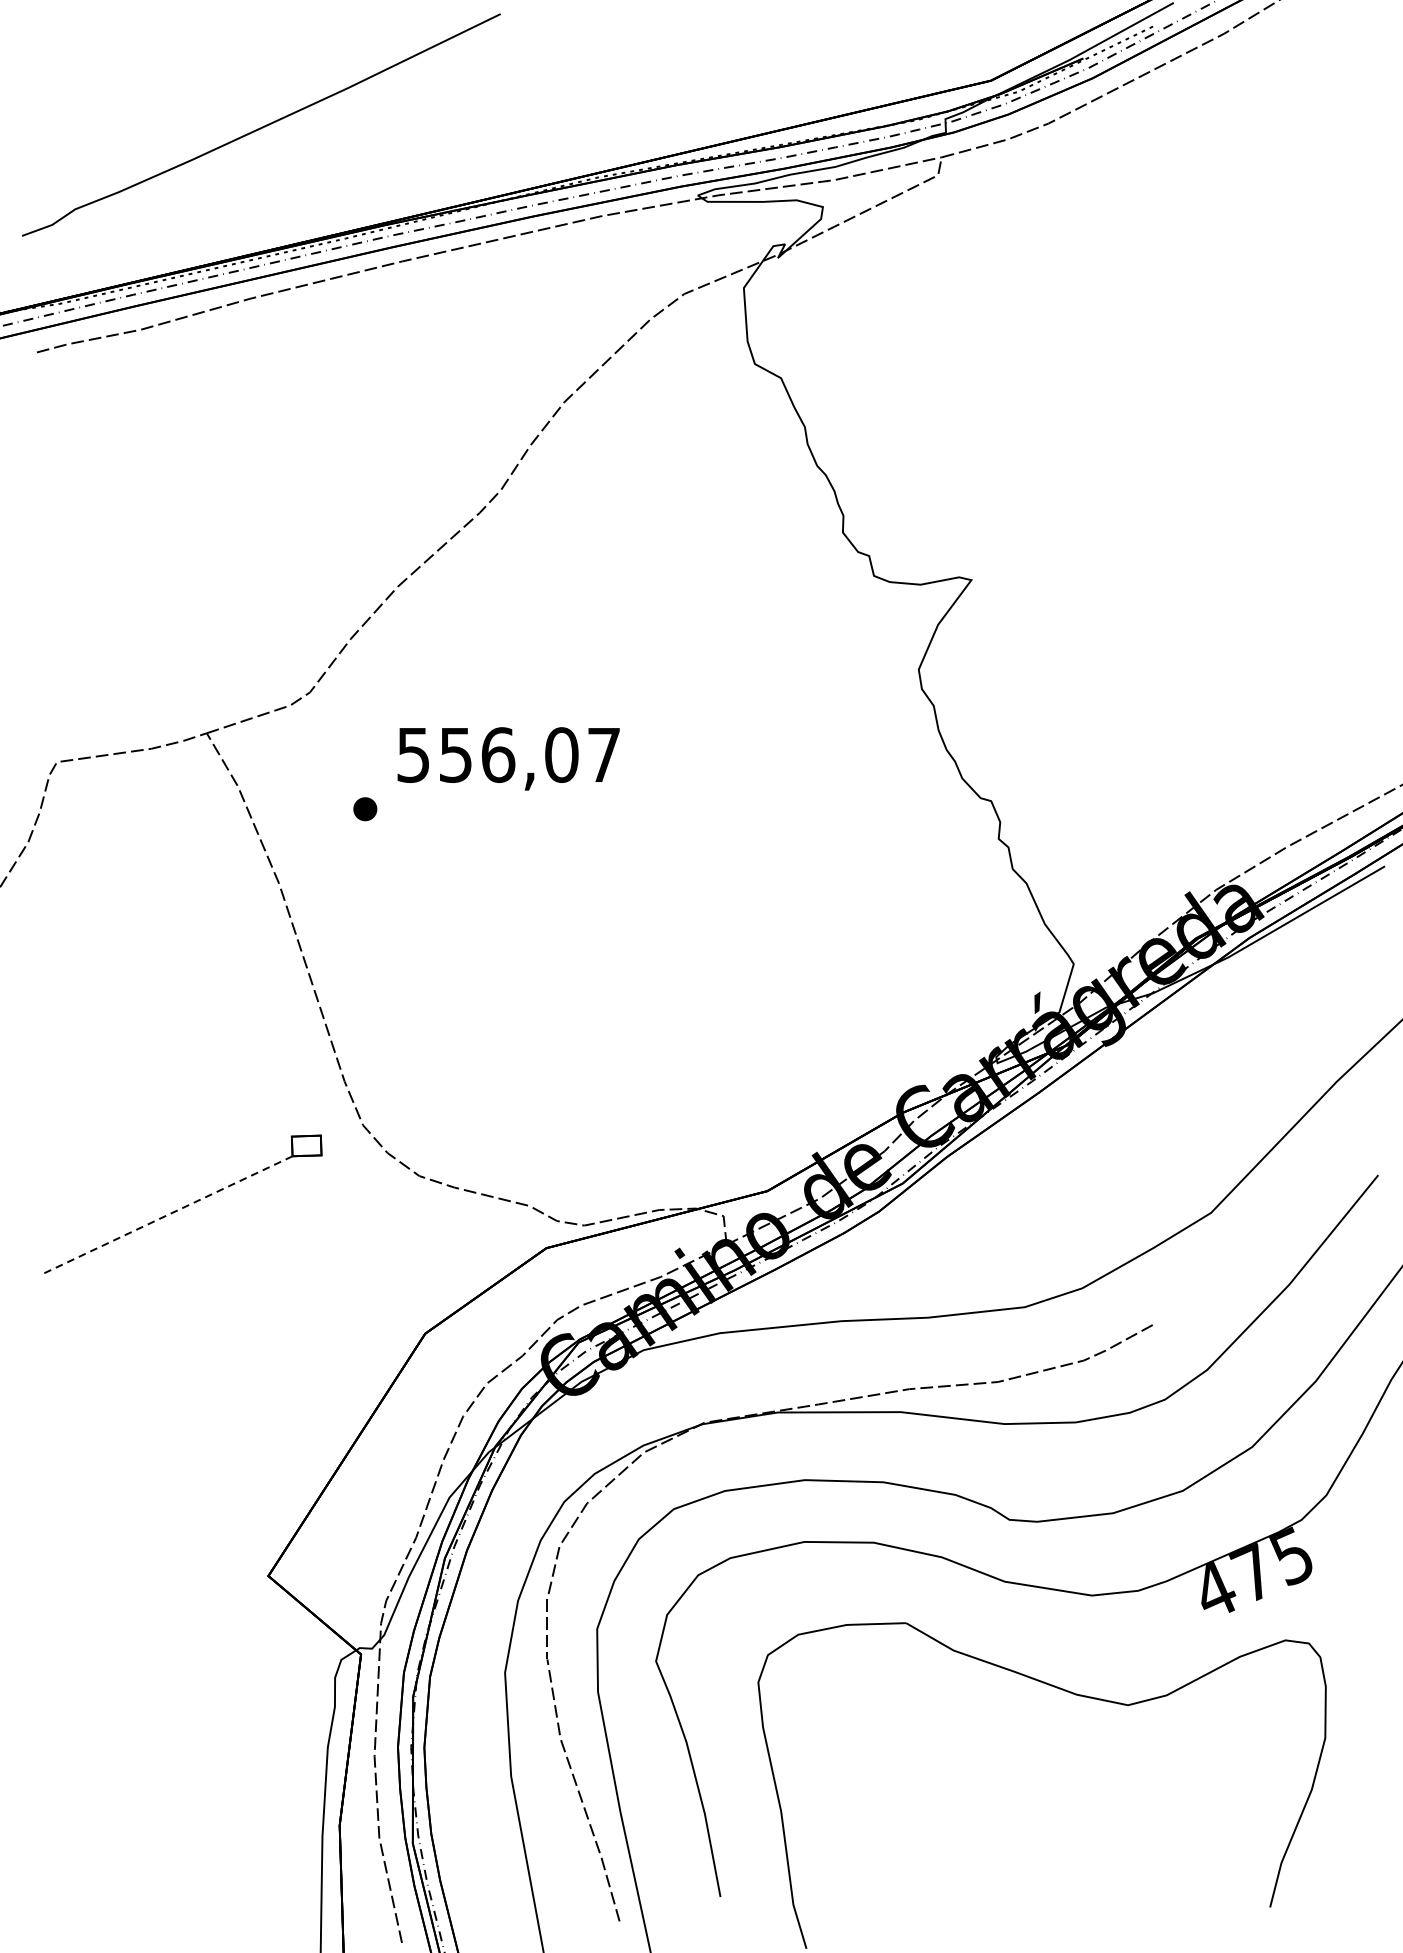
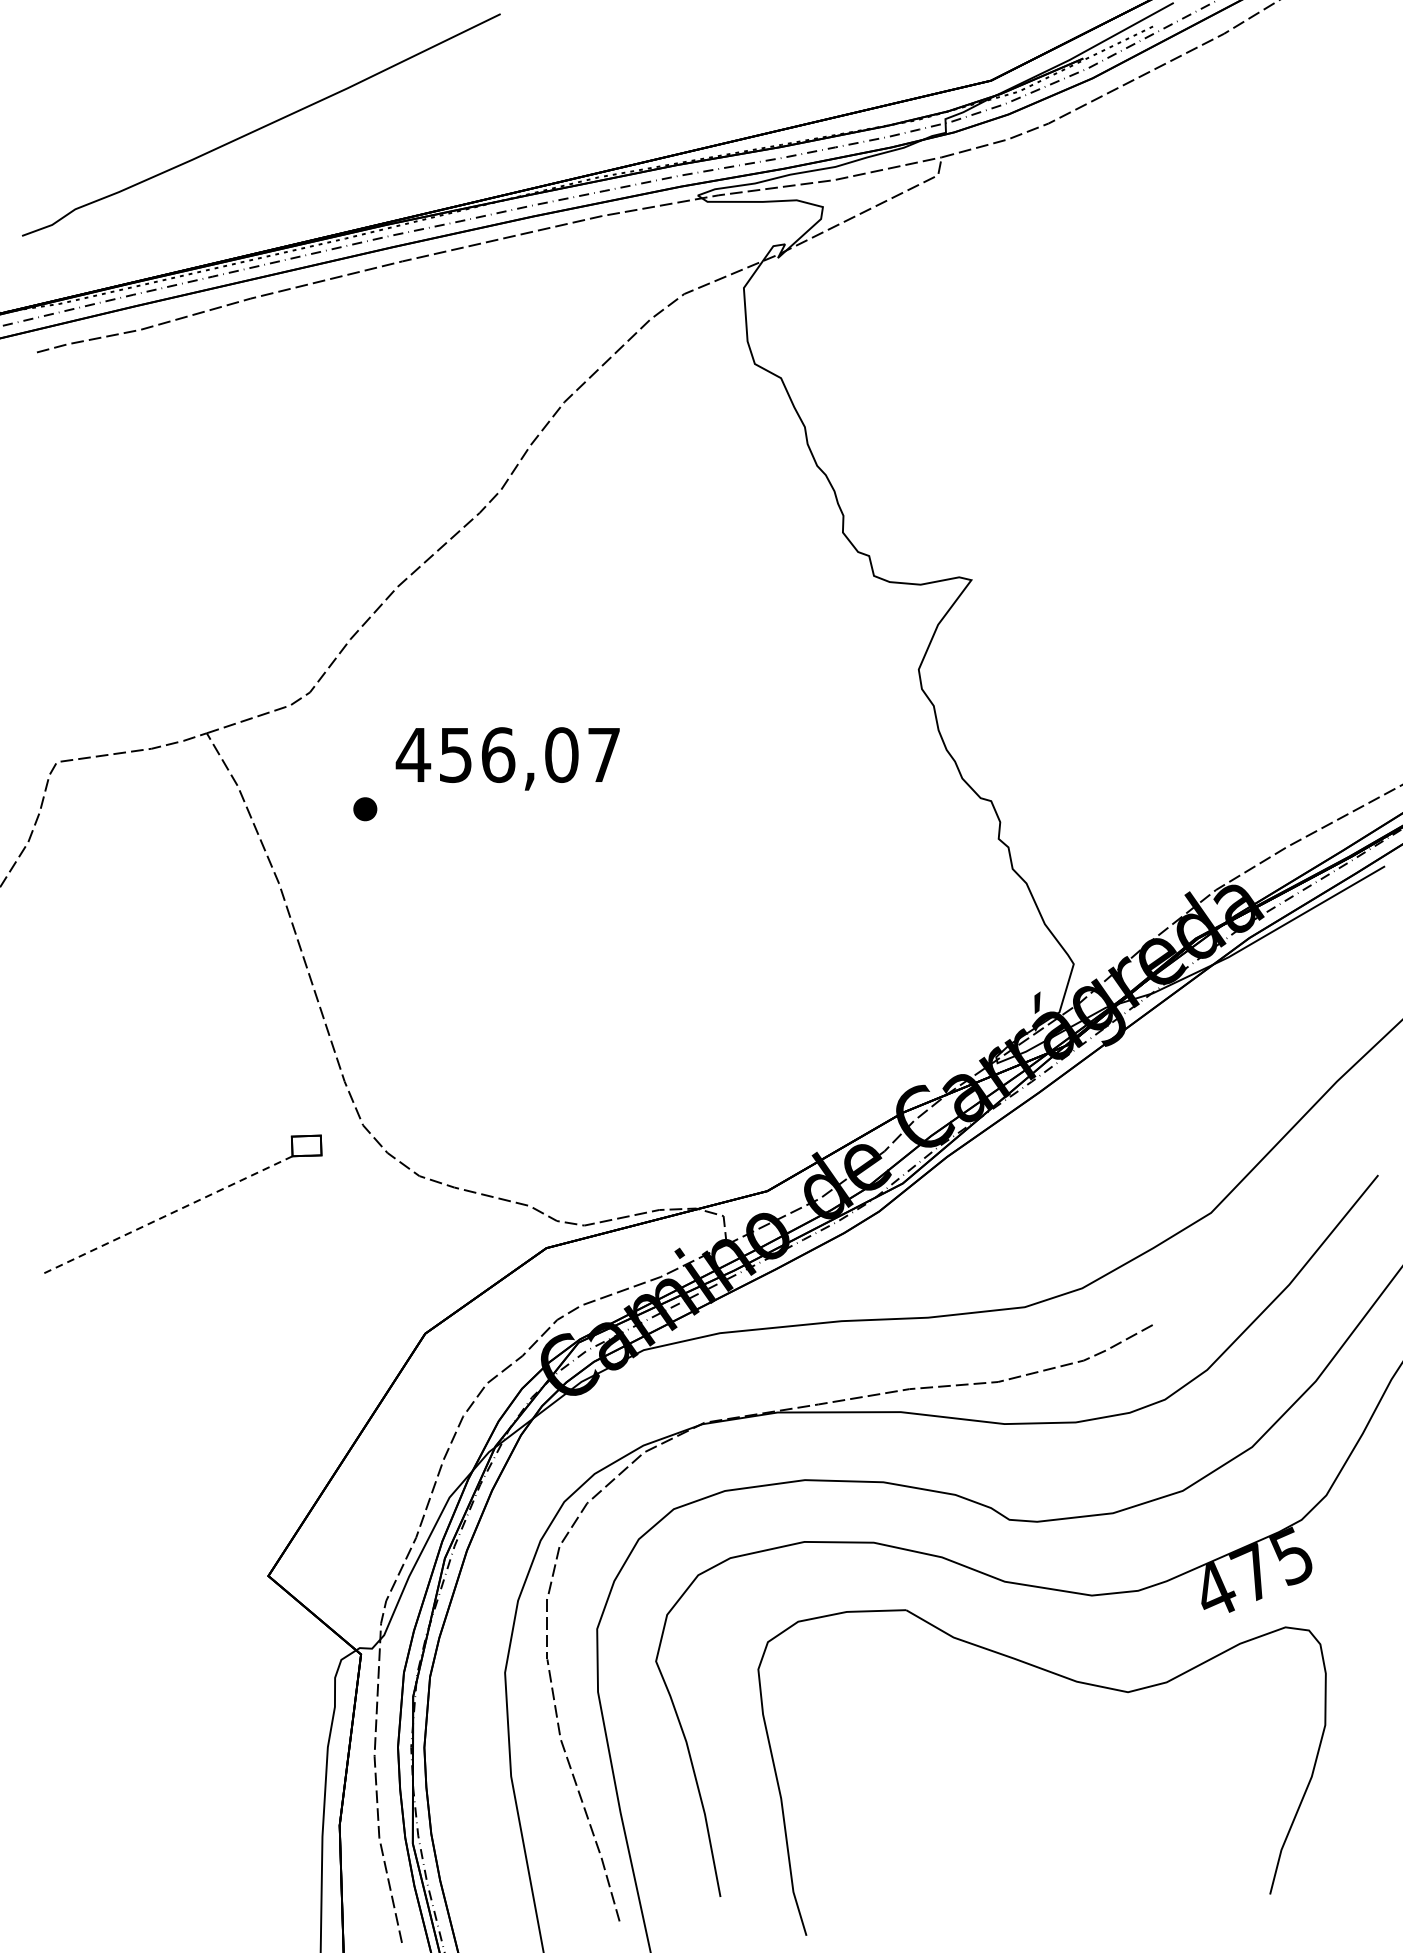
text at (413, 755): 556,07 -> 456,07
part at (1072, 1694) position: (1072, 1694) -> (1072, 1681)
